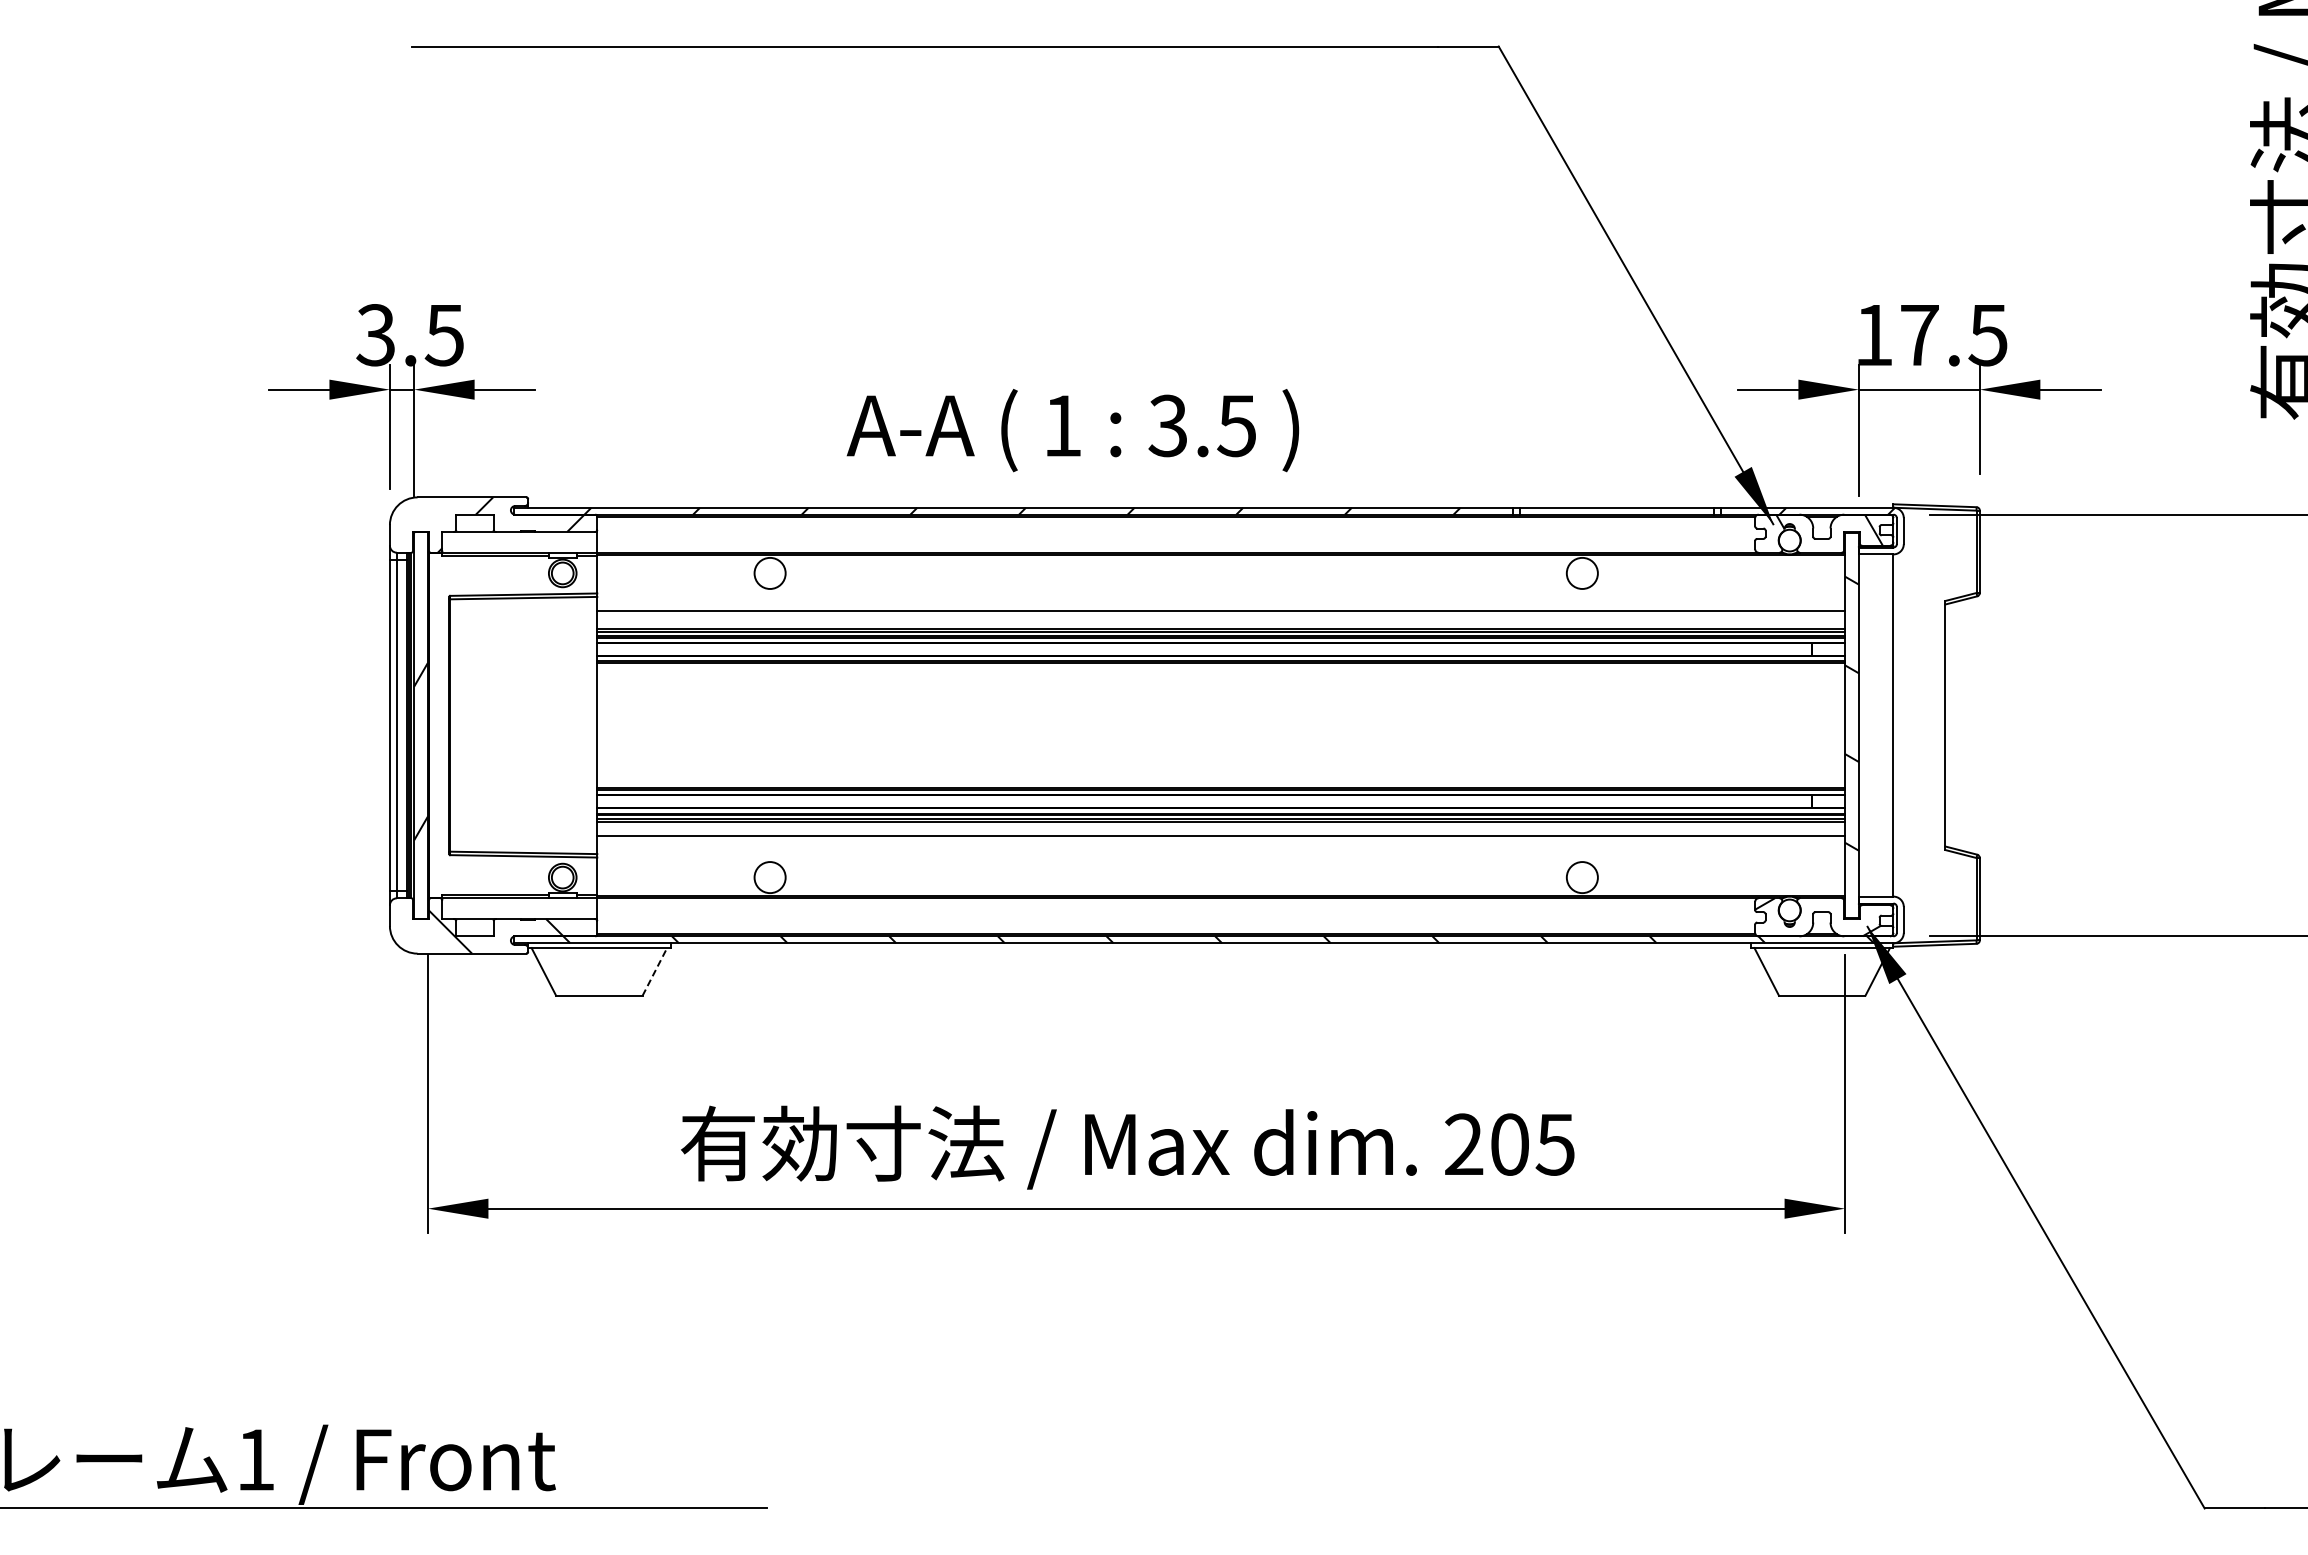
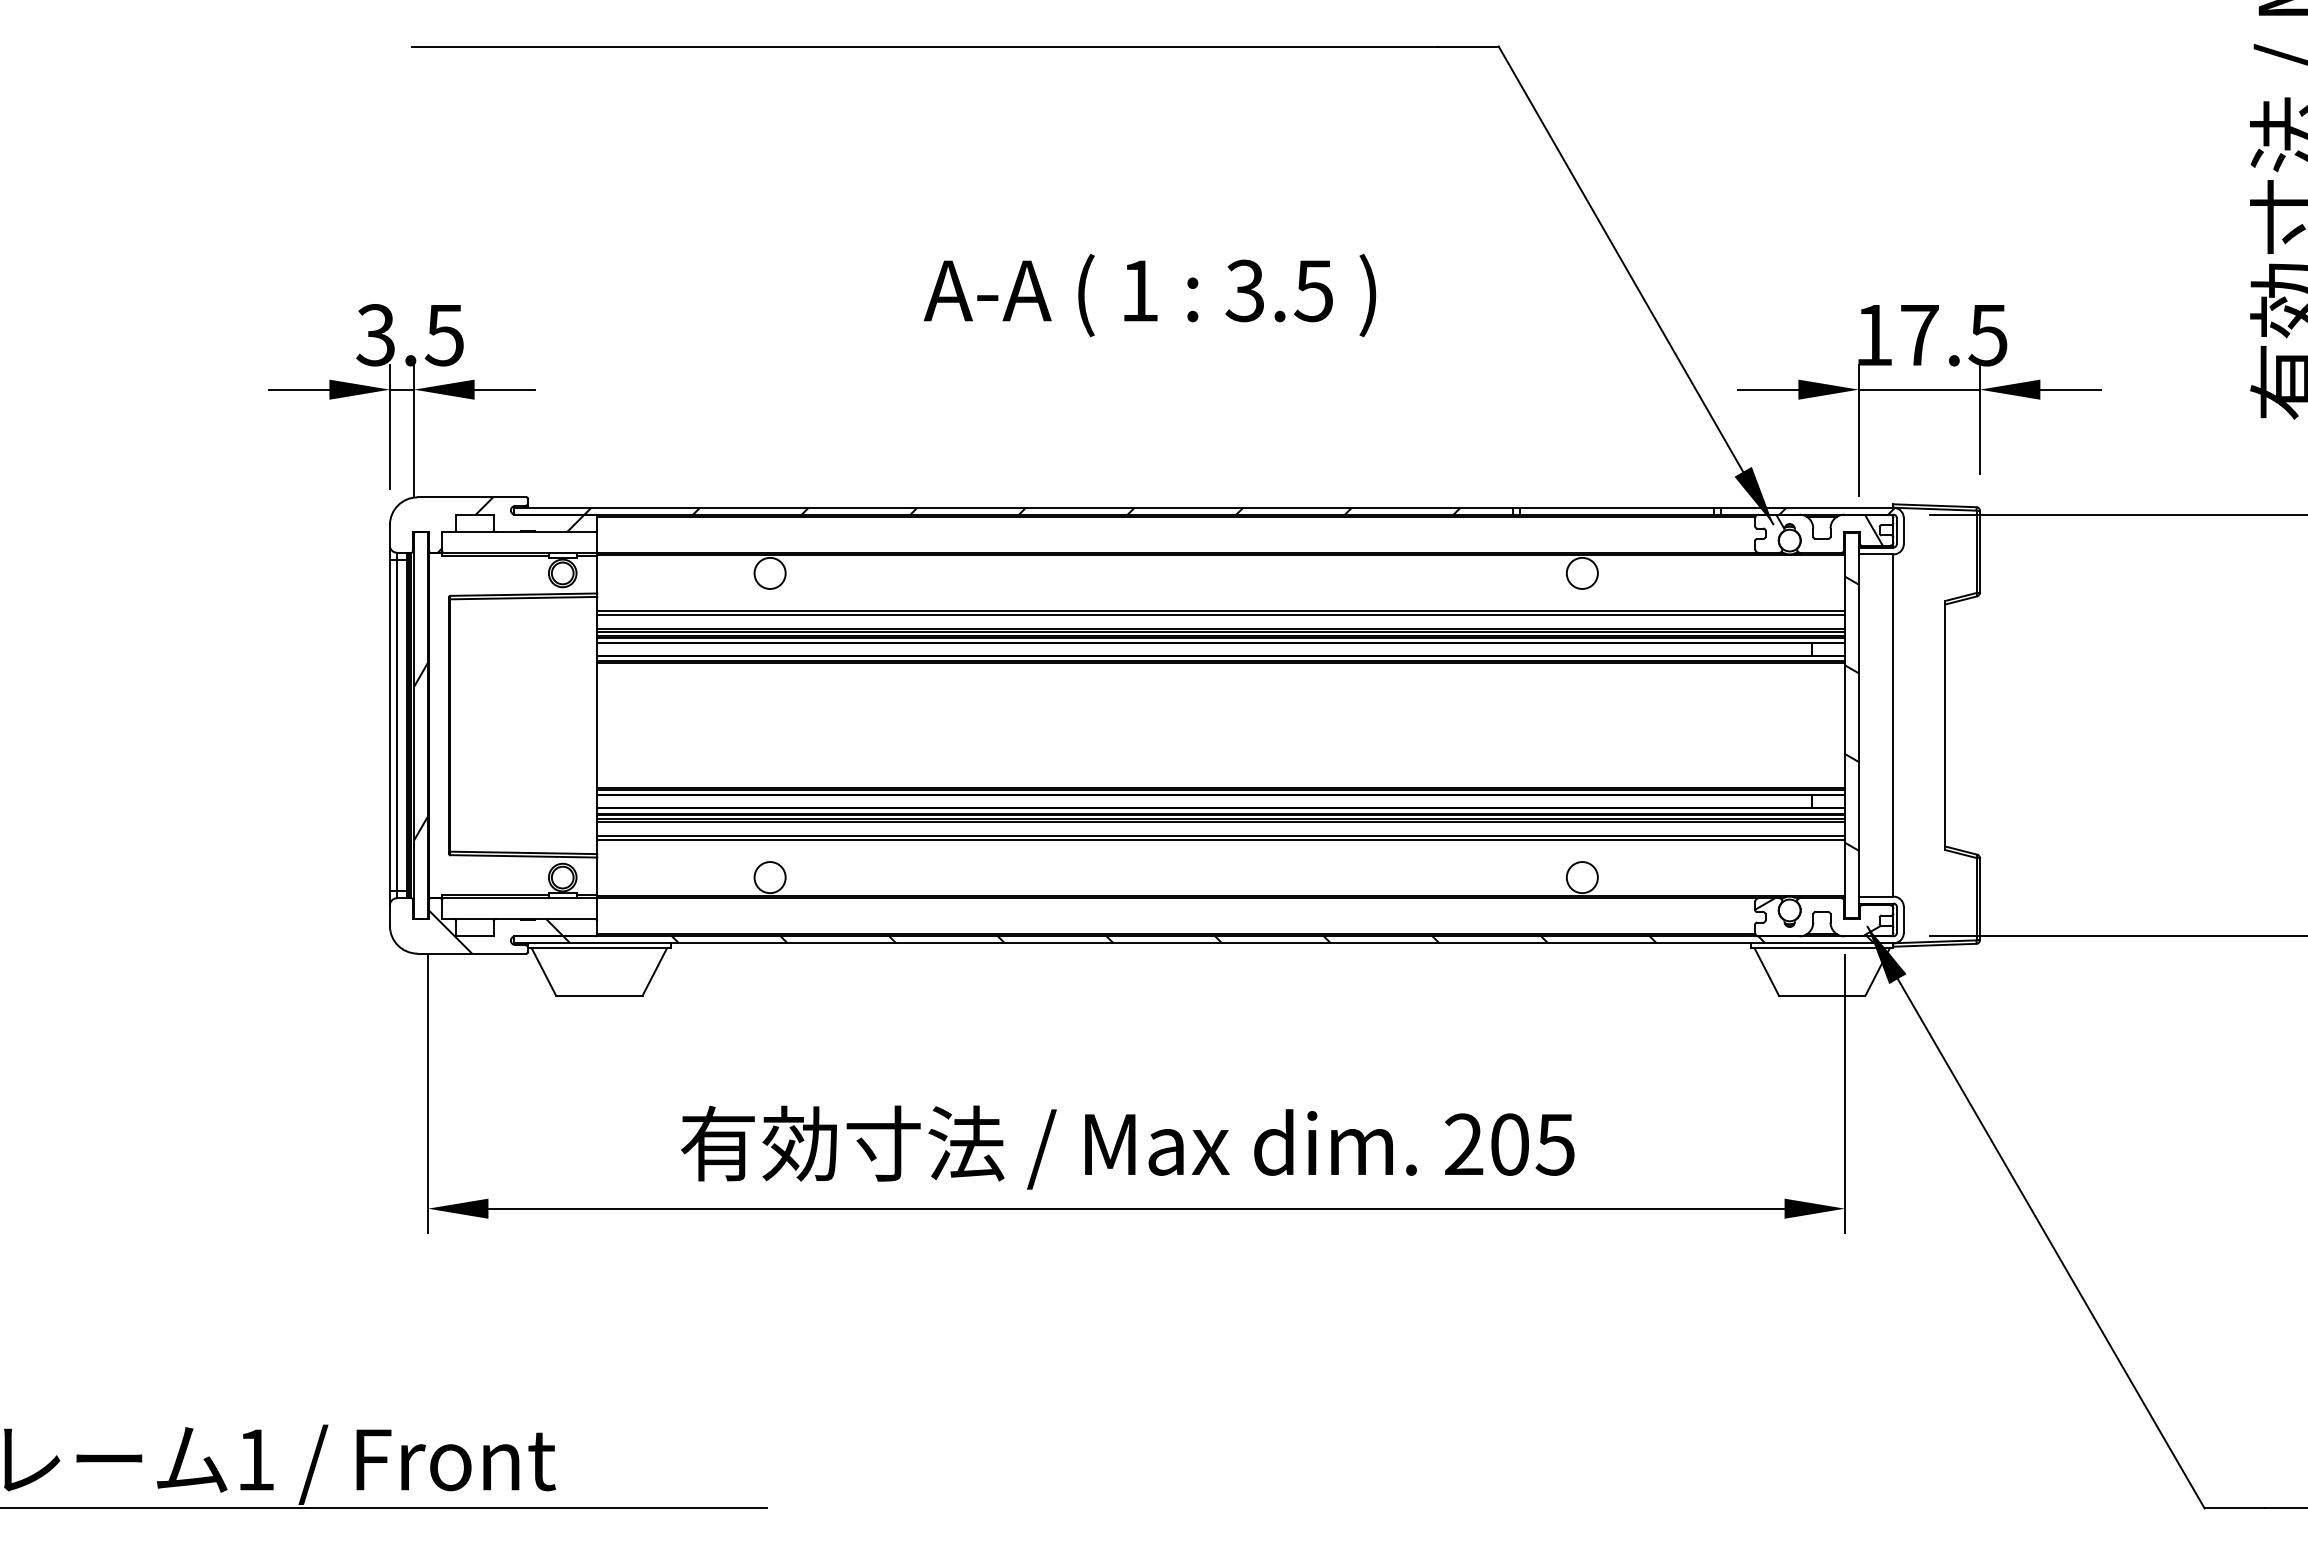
text at (1072, 430) position: (1072, 430) -> (1149, 295)
line at (1221, 614): none -> present
line at (1221, 839): none -> present
line at (654, 971): dashed -> solid
